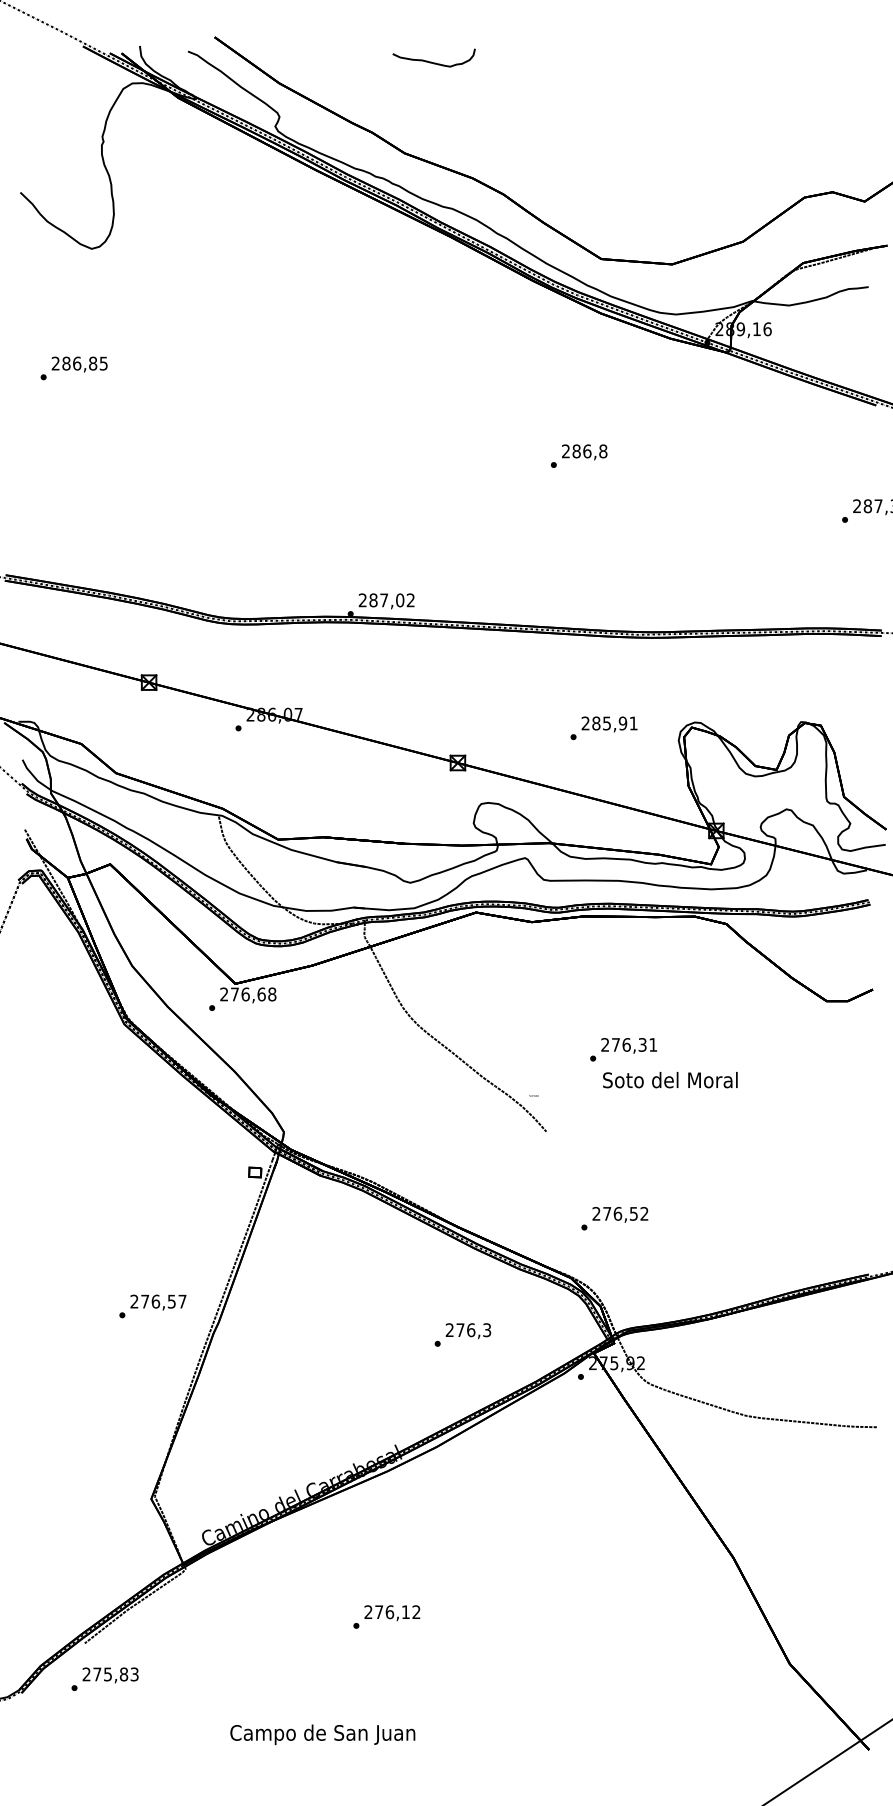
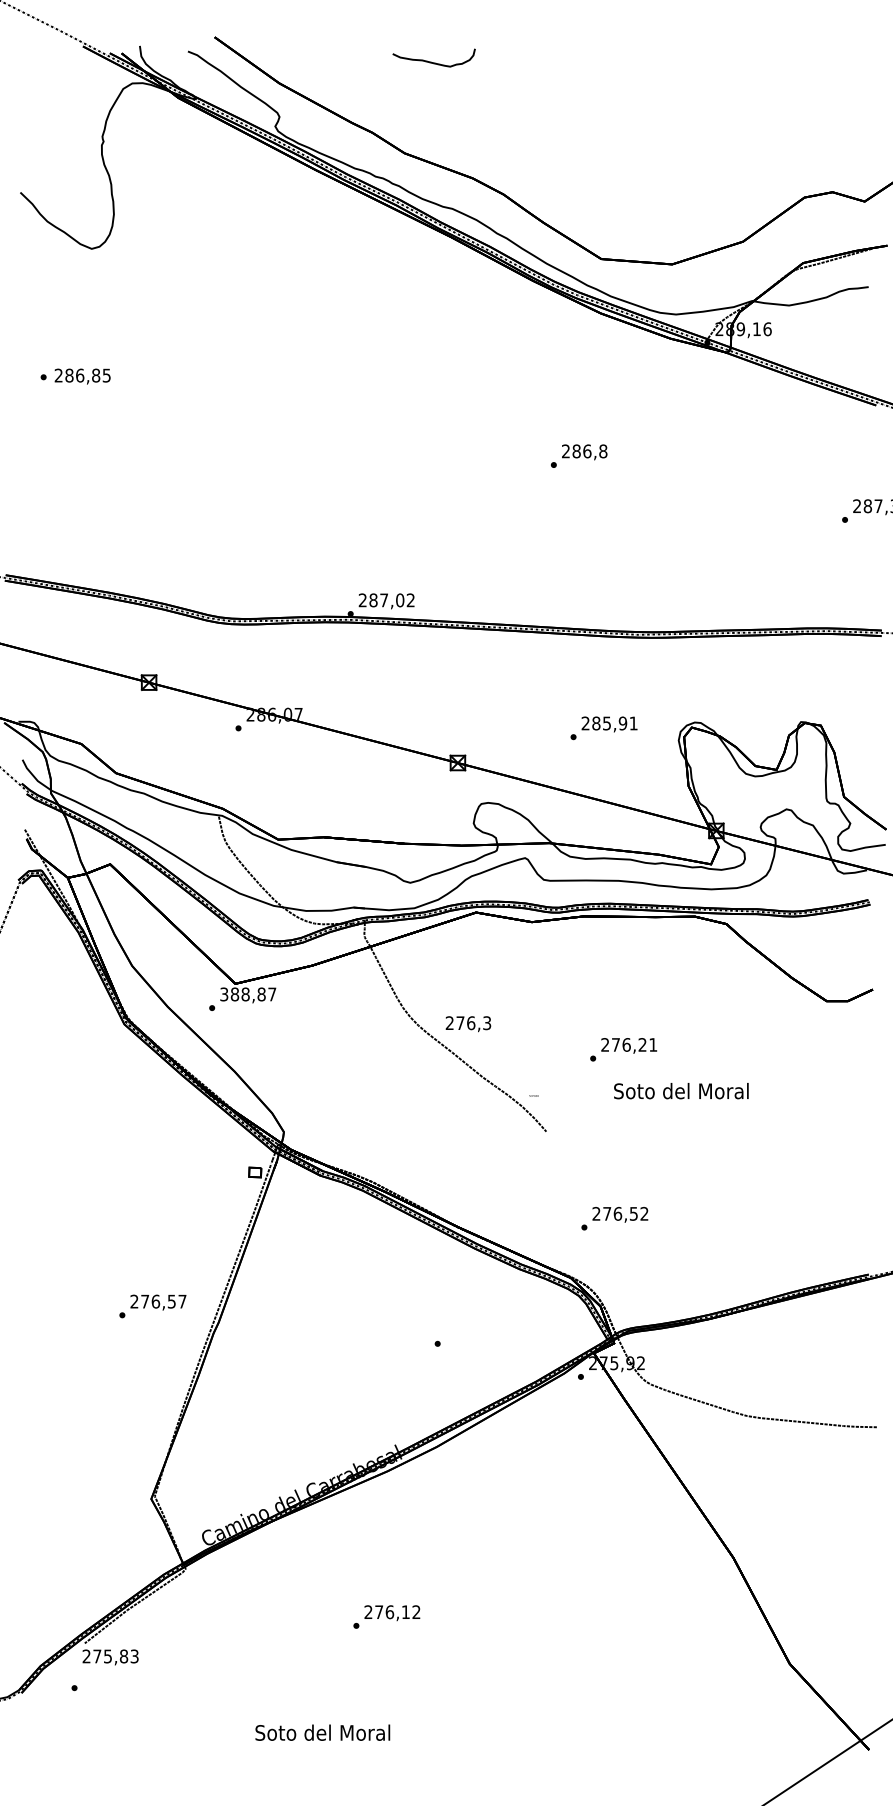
text at (79, 364) position: (79, 364) -> (82, 376)
text at (248, 994): 276,68 -> 388,87
text at (642, 1044): 276,31 -> 276,21
text at (670, 1080) position: (670, 1080) -> (681, 1091)
text at (468, 1331) position: (468, 1331) -> (468, 1024)
text at (110, 1675) position: (110, 1675) -> (110, 1657)
text at (322, 1734): Campo de San Juan -> Soto del Moral
